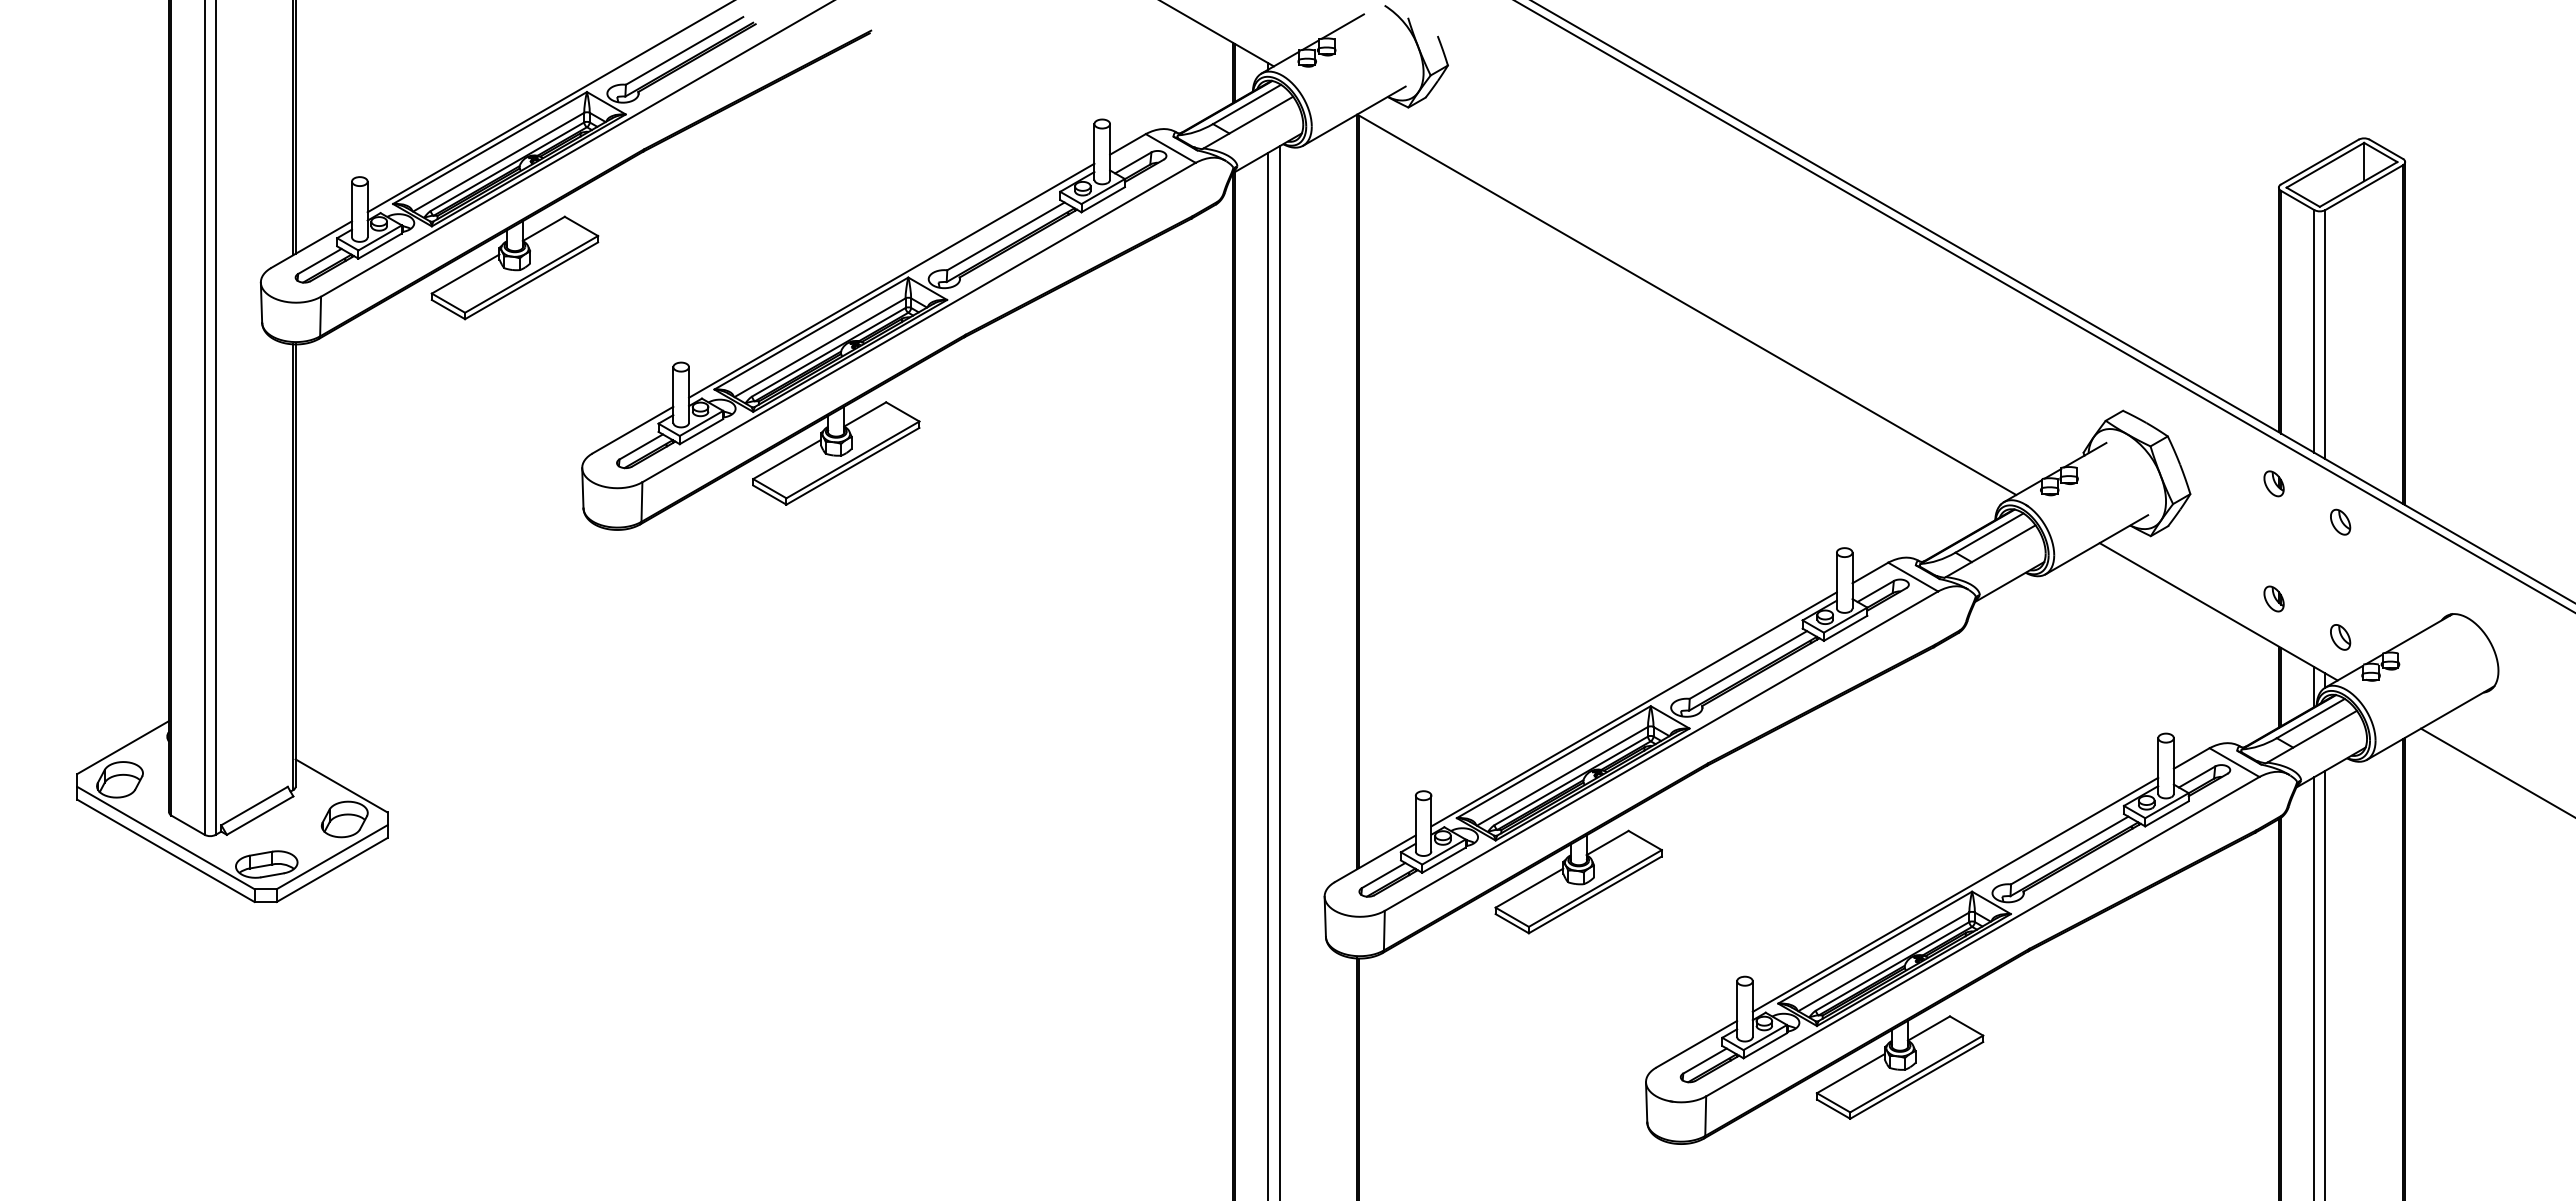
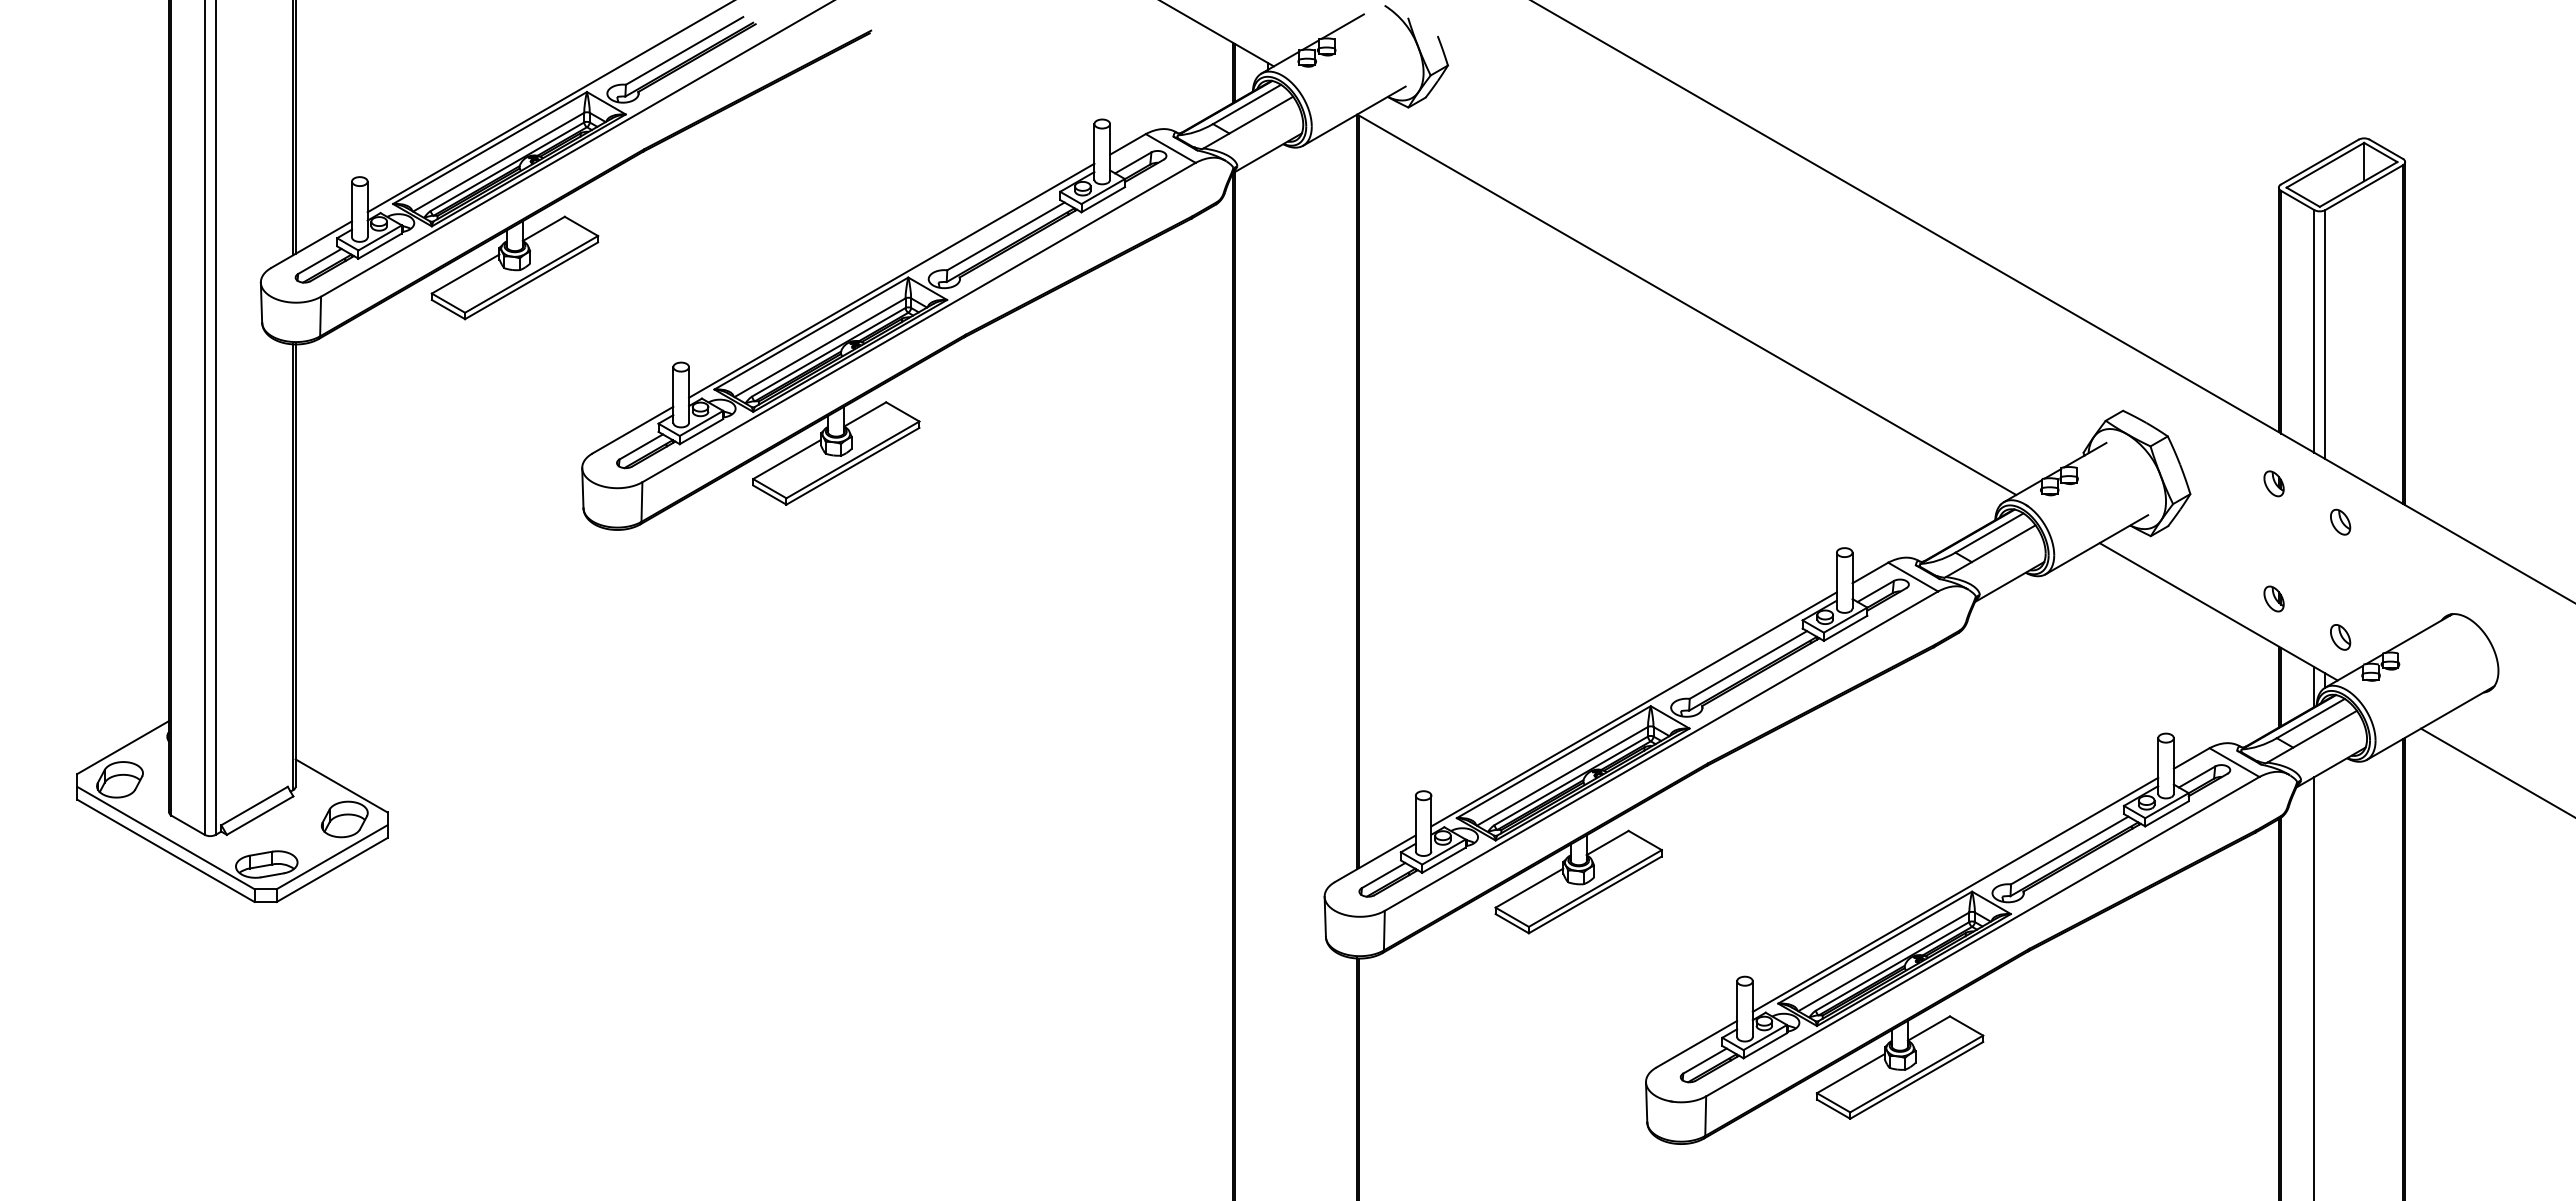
line at (2044, 306): present -> none
line at (1279, 671): present -> none
line at (1268, 674): present -> none
line at (2325, 983): present -> none
